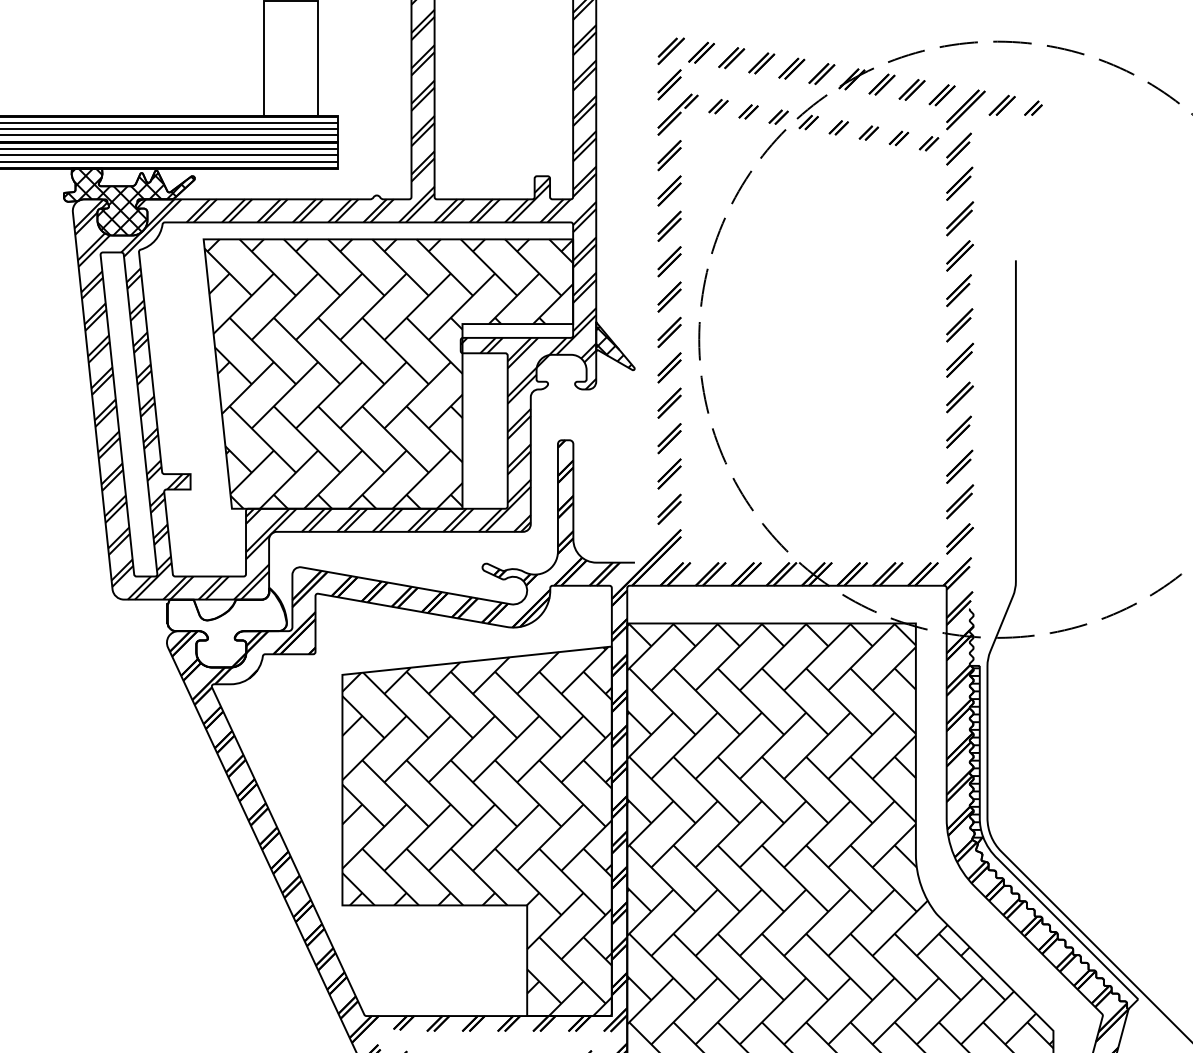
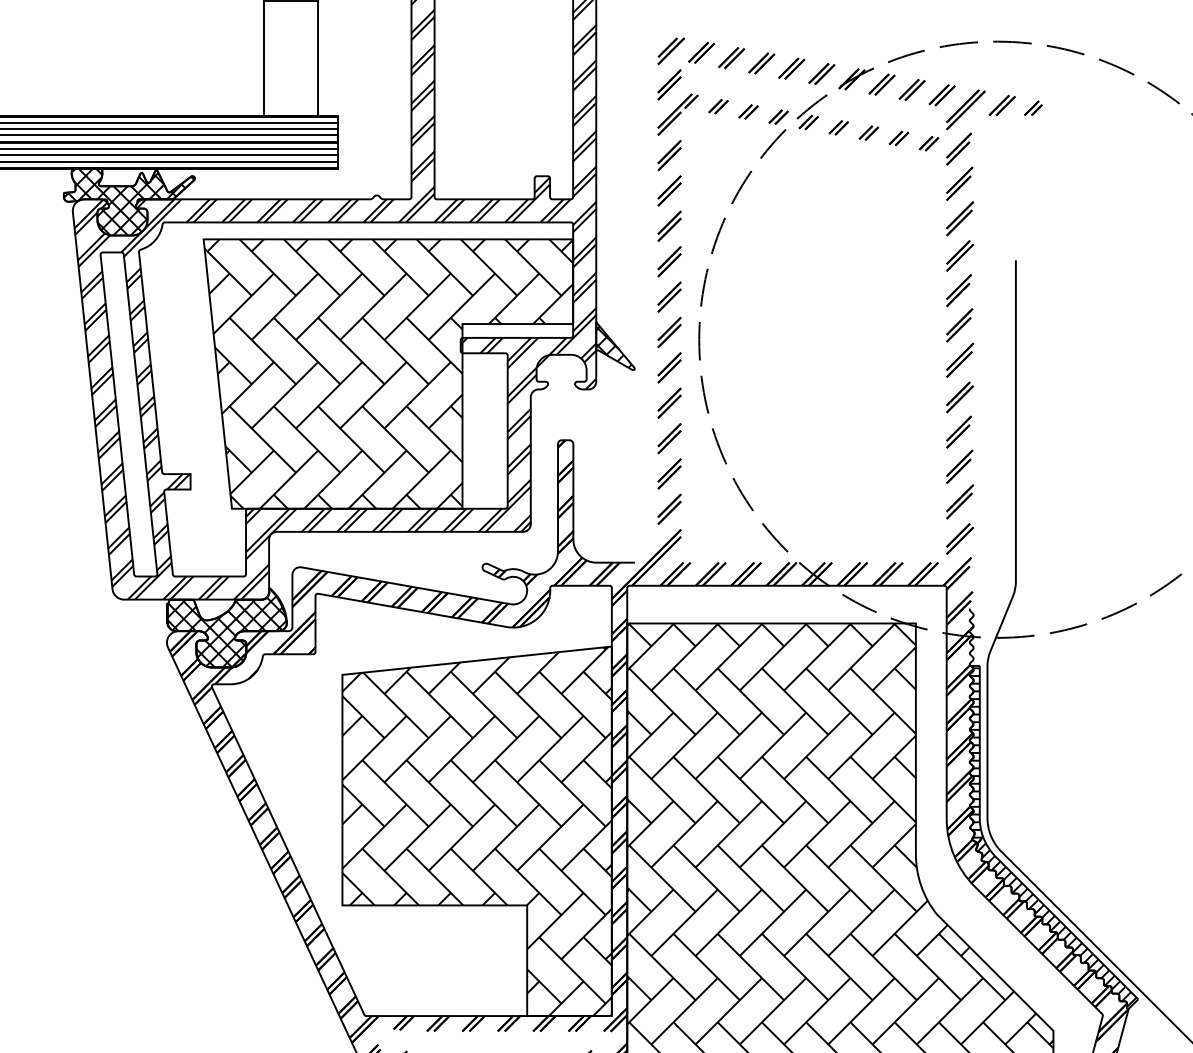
hatch at (226, 631): none -> present
hatch at (1056, 925): none -> present
